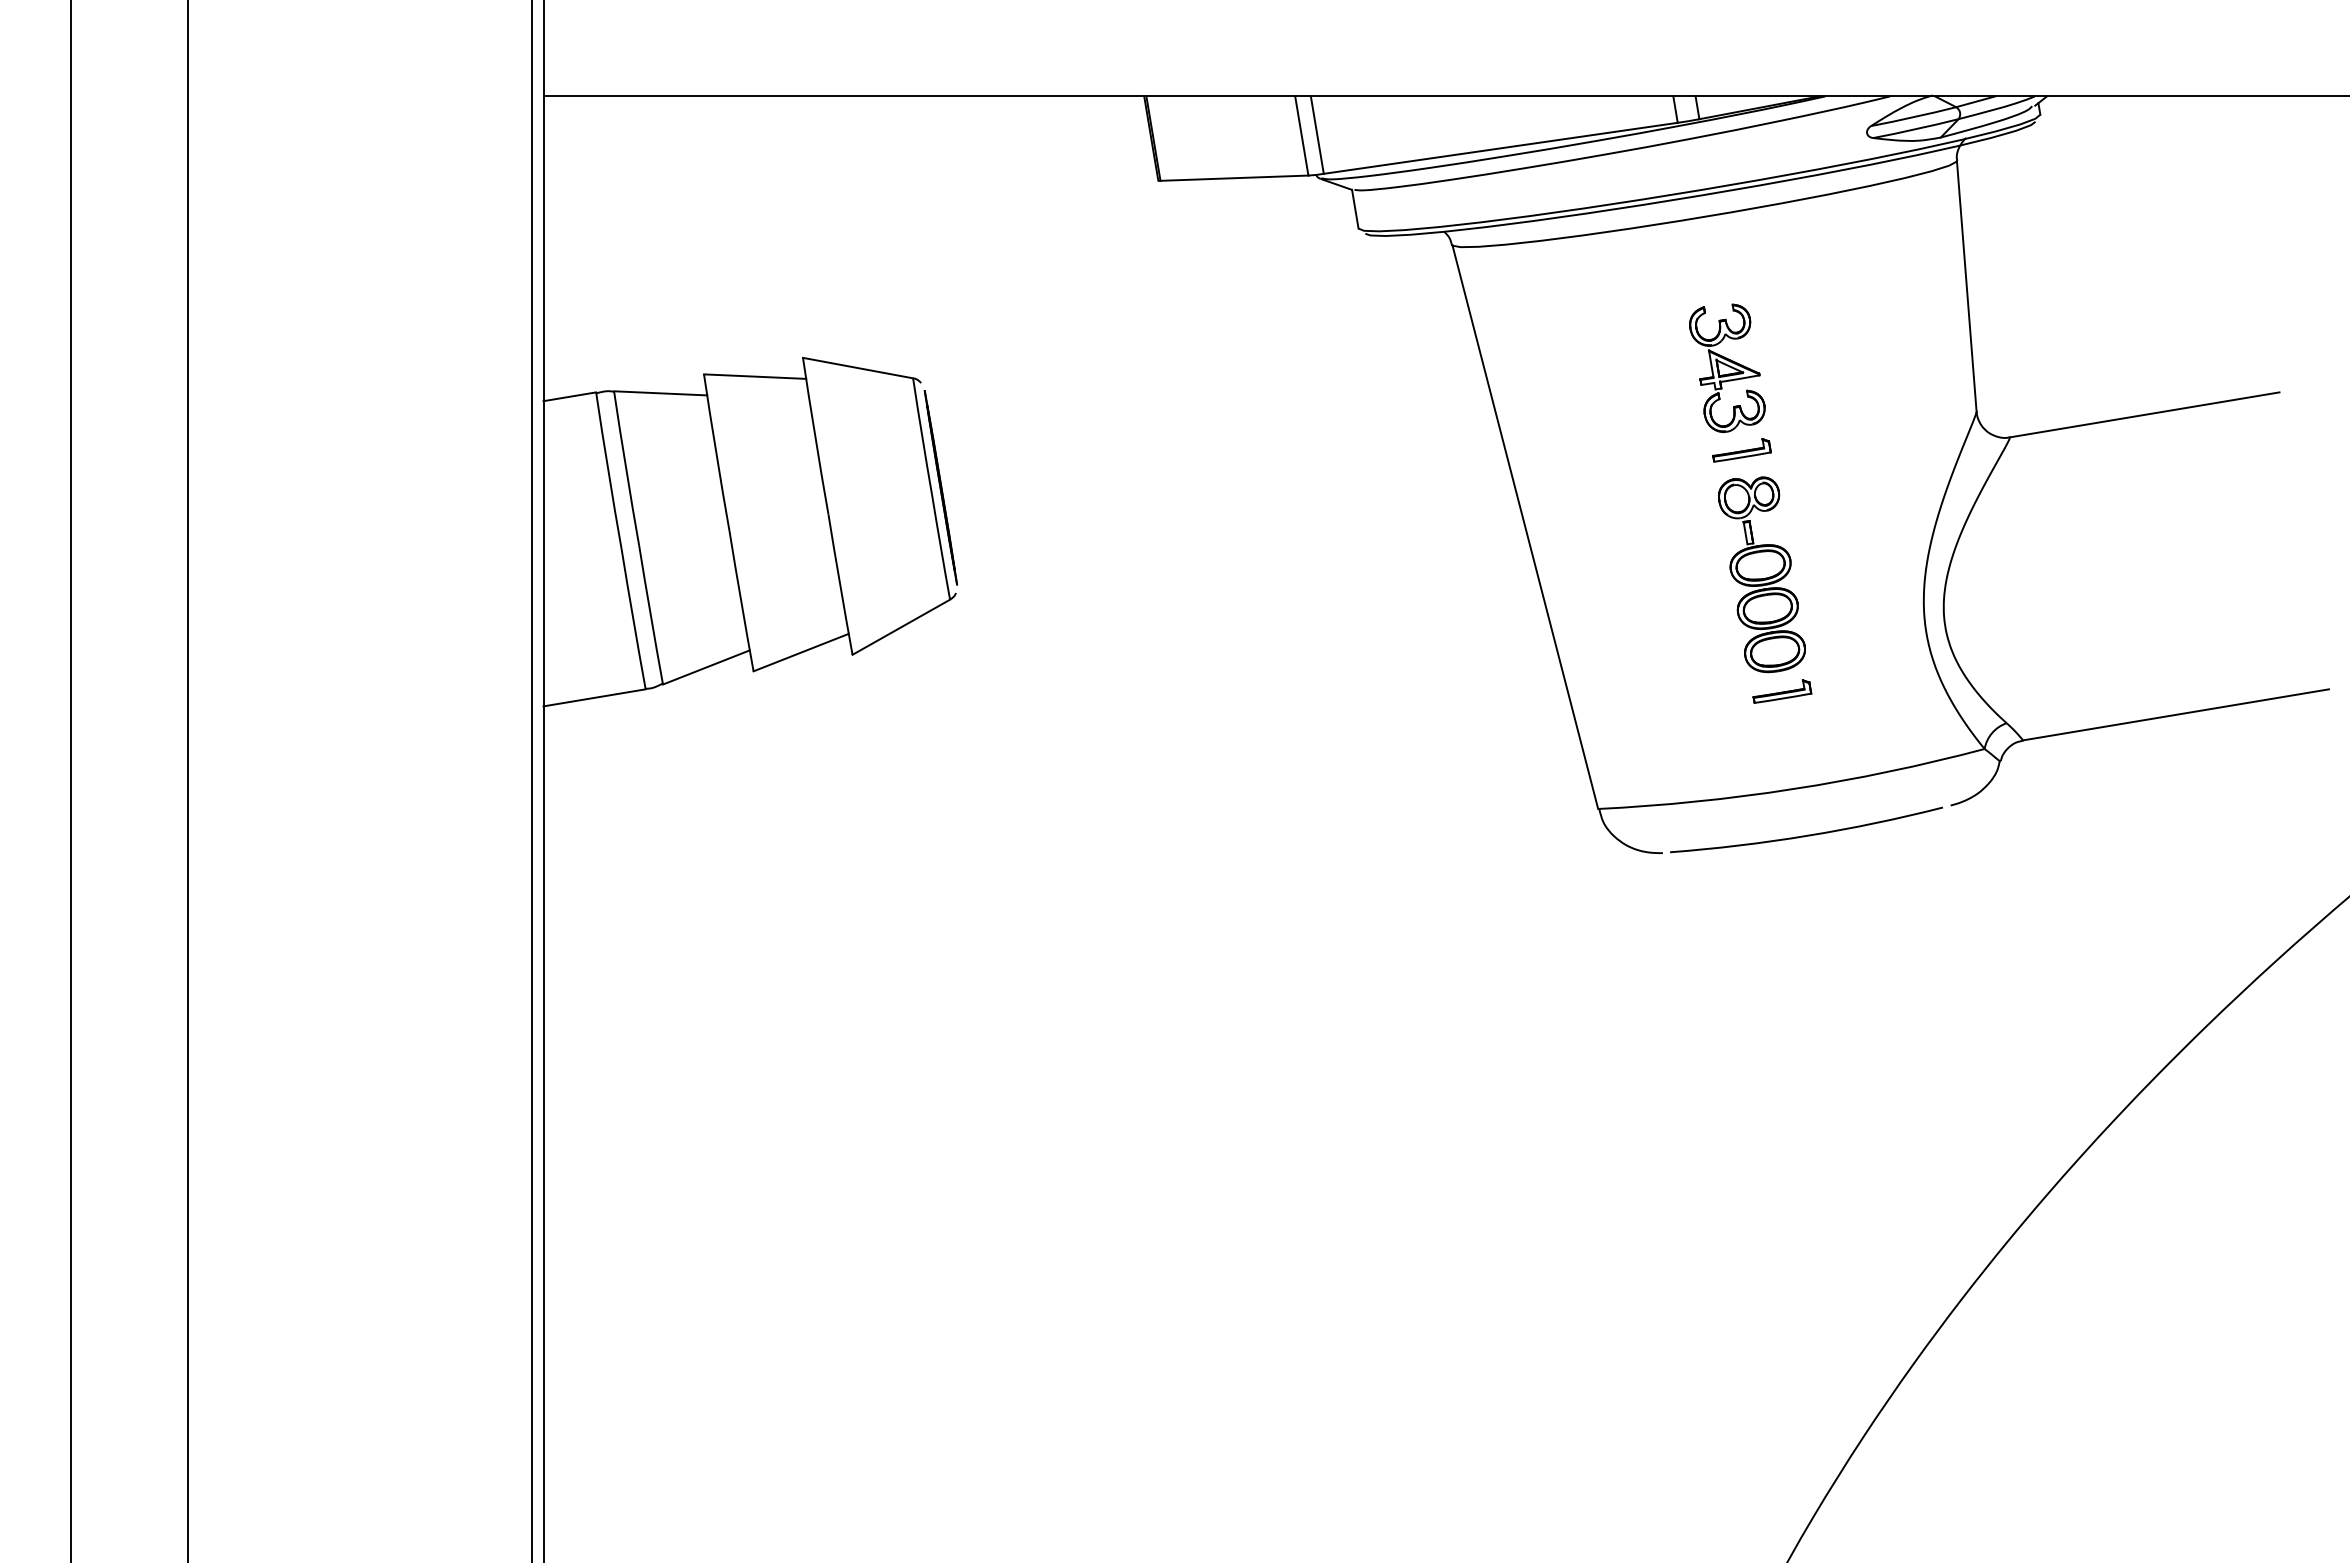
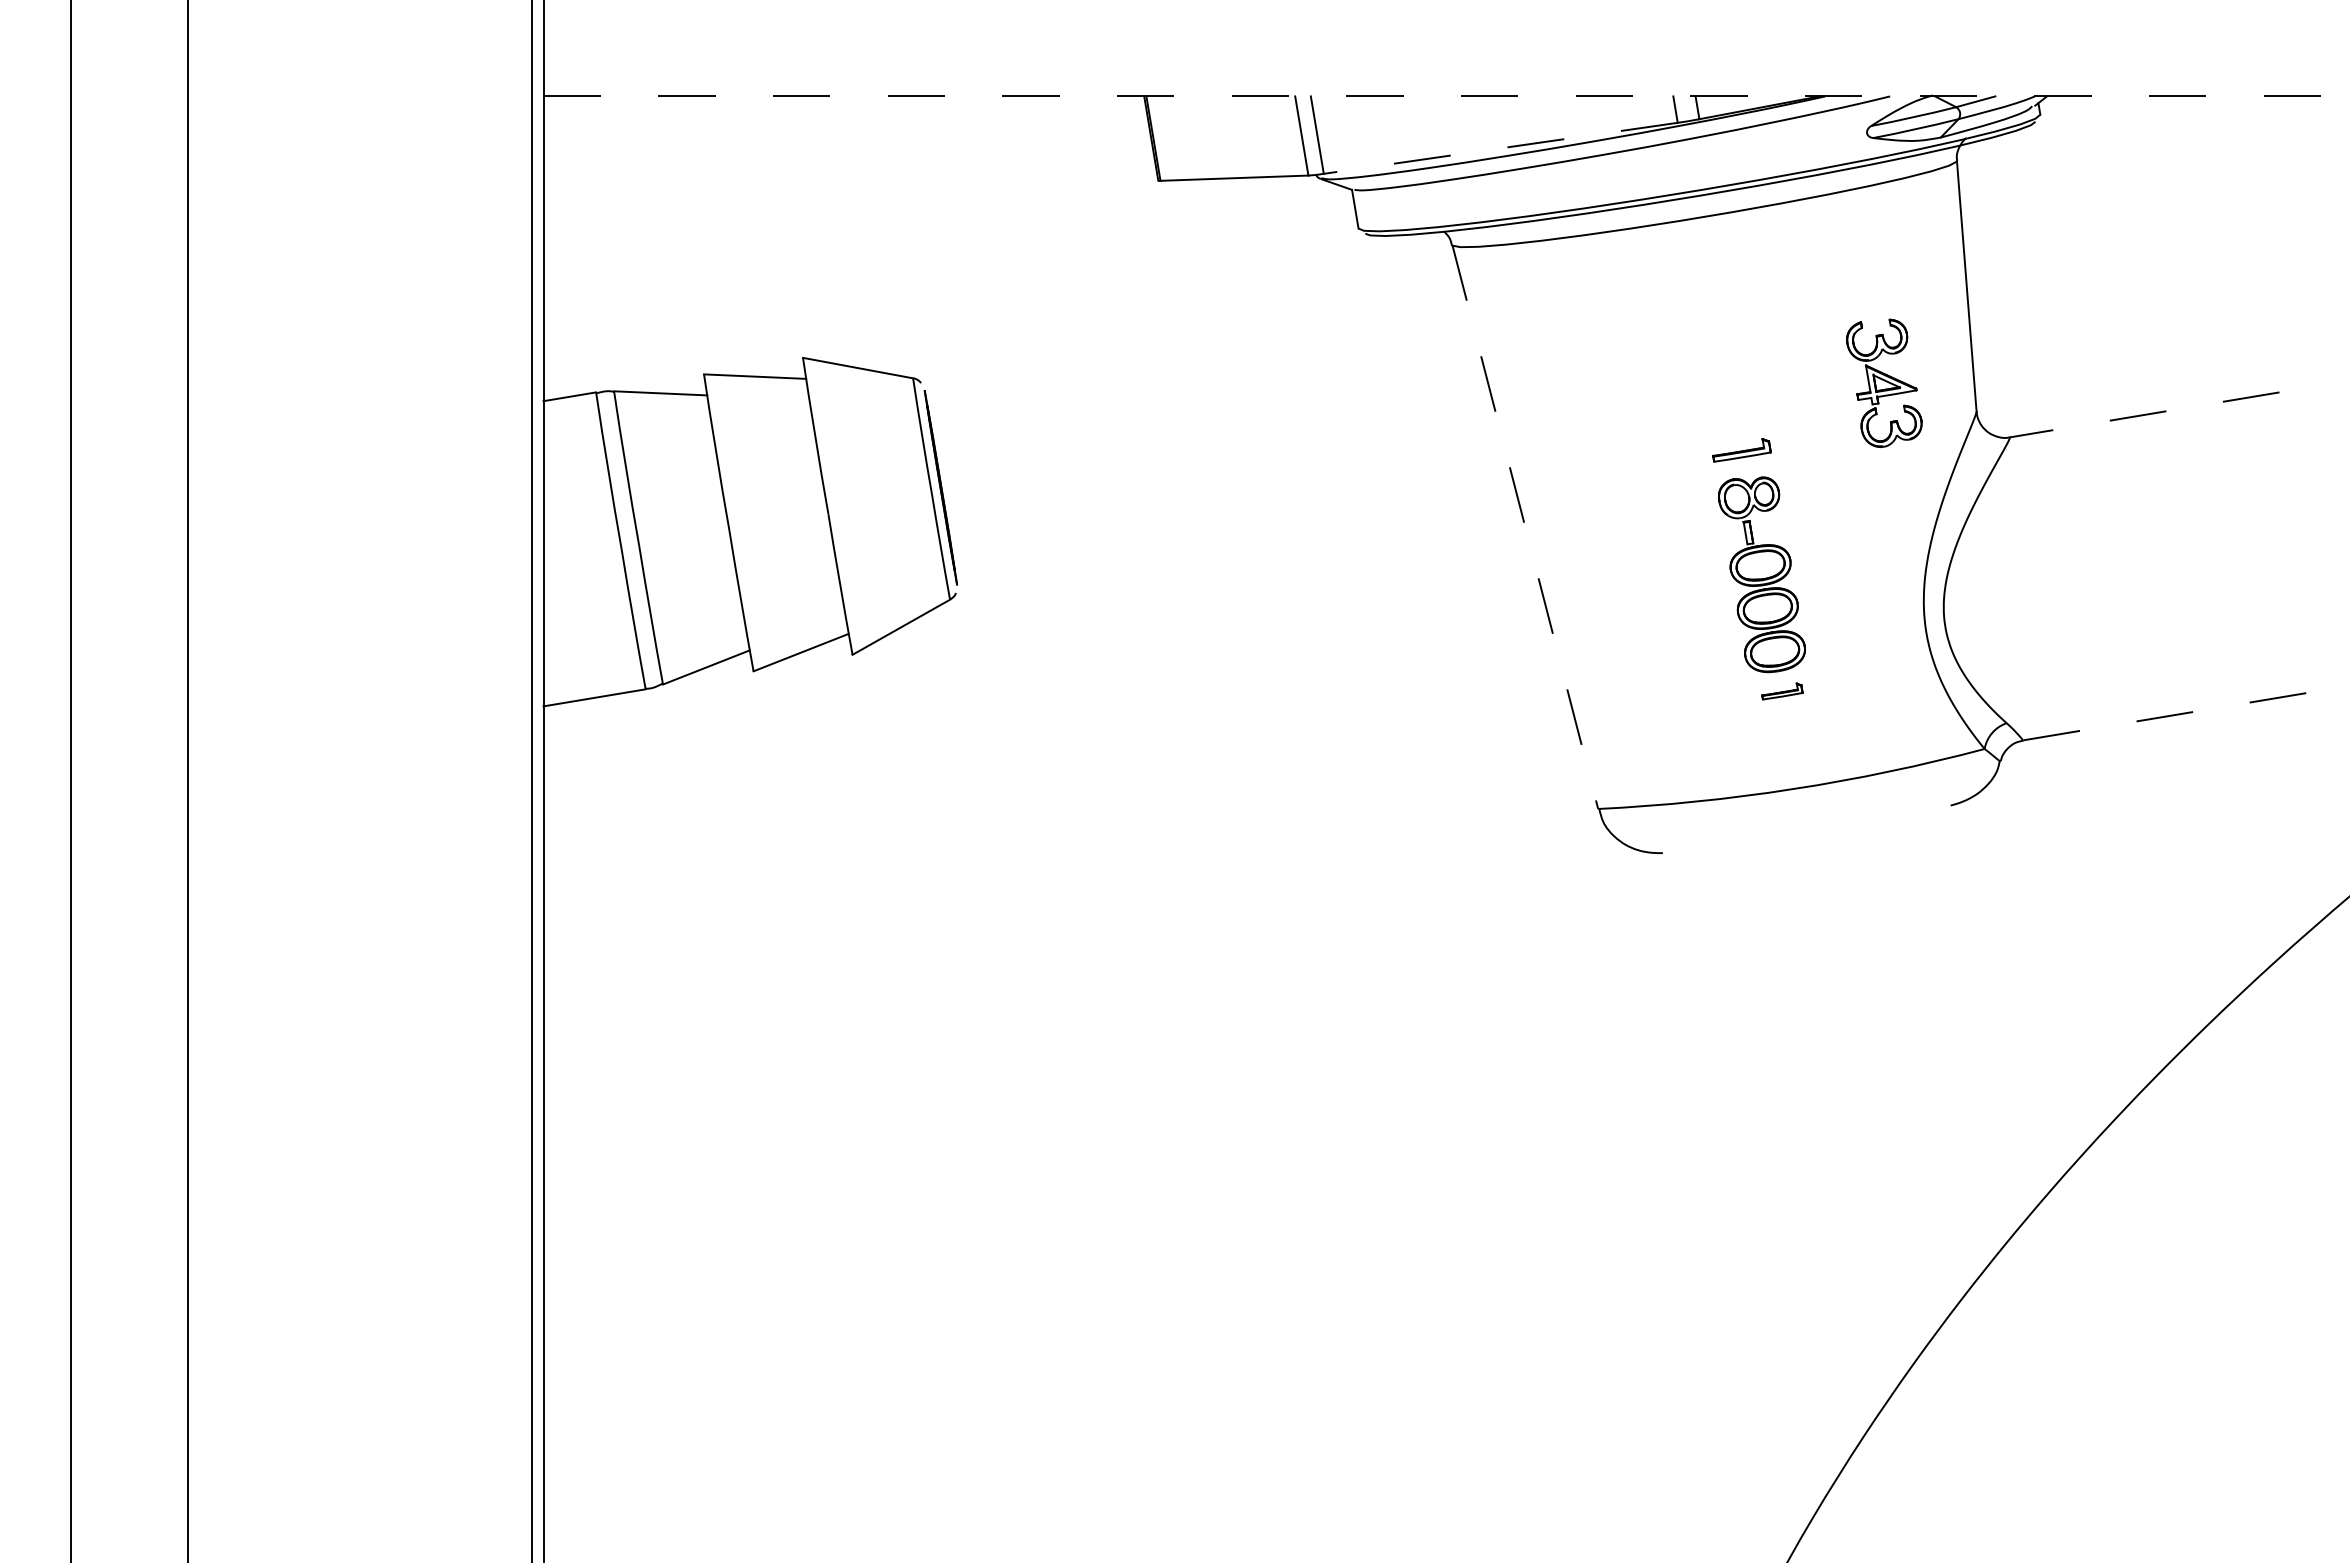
line at (1446, 96): solid -> dashed
line at (1500, 148): solid -> dashed
part at (1727, 367) position: (1727, 367) -> (1884, 382)
line at (2144, 414): solid -> dashed
line at (1525, 527): solid -> dashed
part at (1782, 691) size: 61x25 px -> 43x19 px
line at (2176, 714): solid -> dashed
arc at (1807, 834): present -> none
